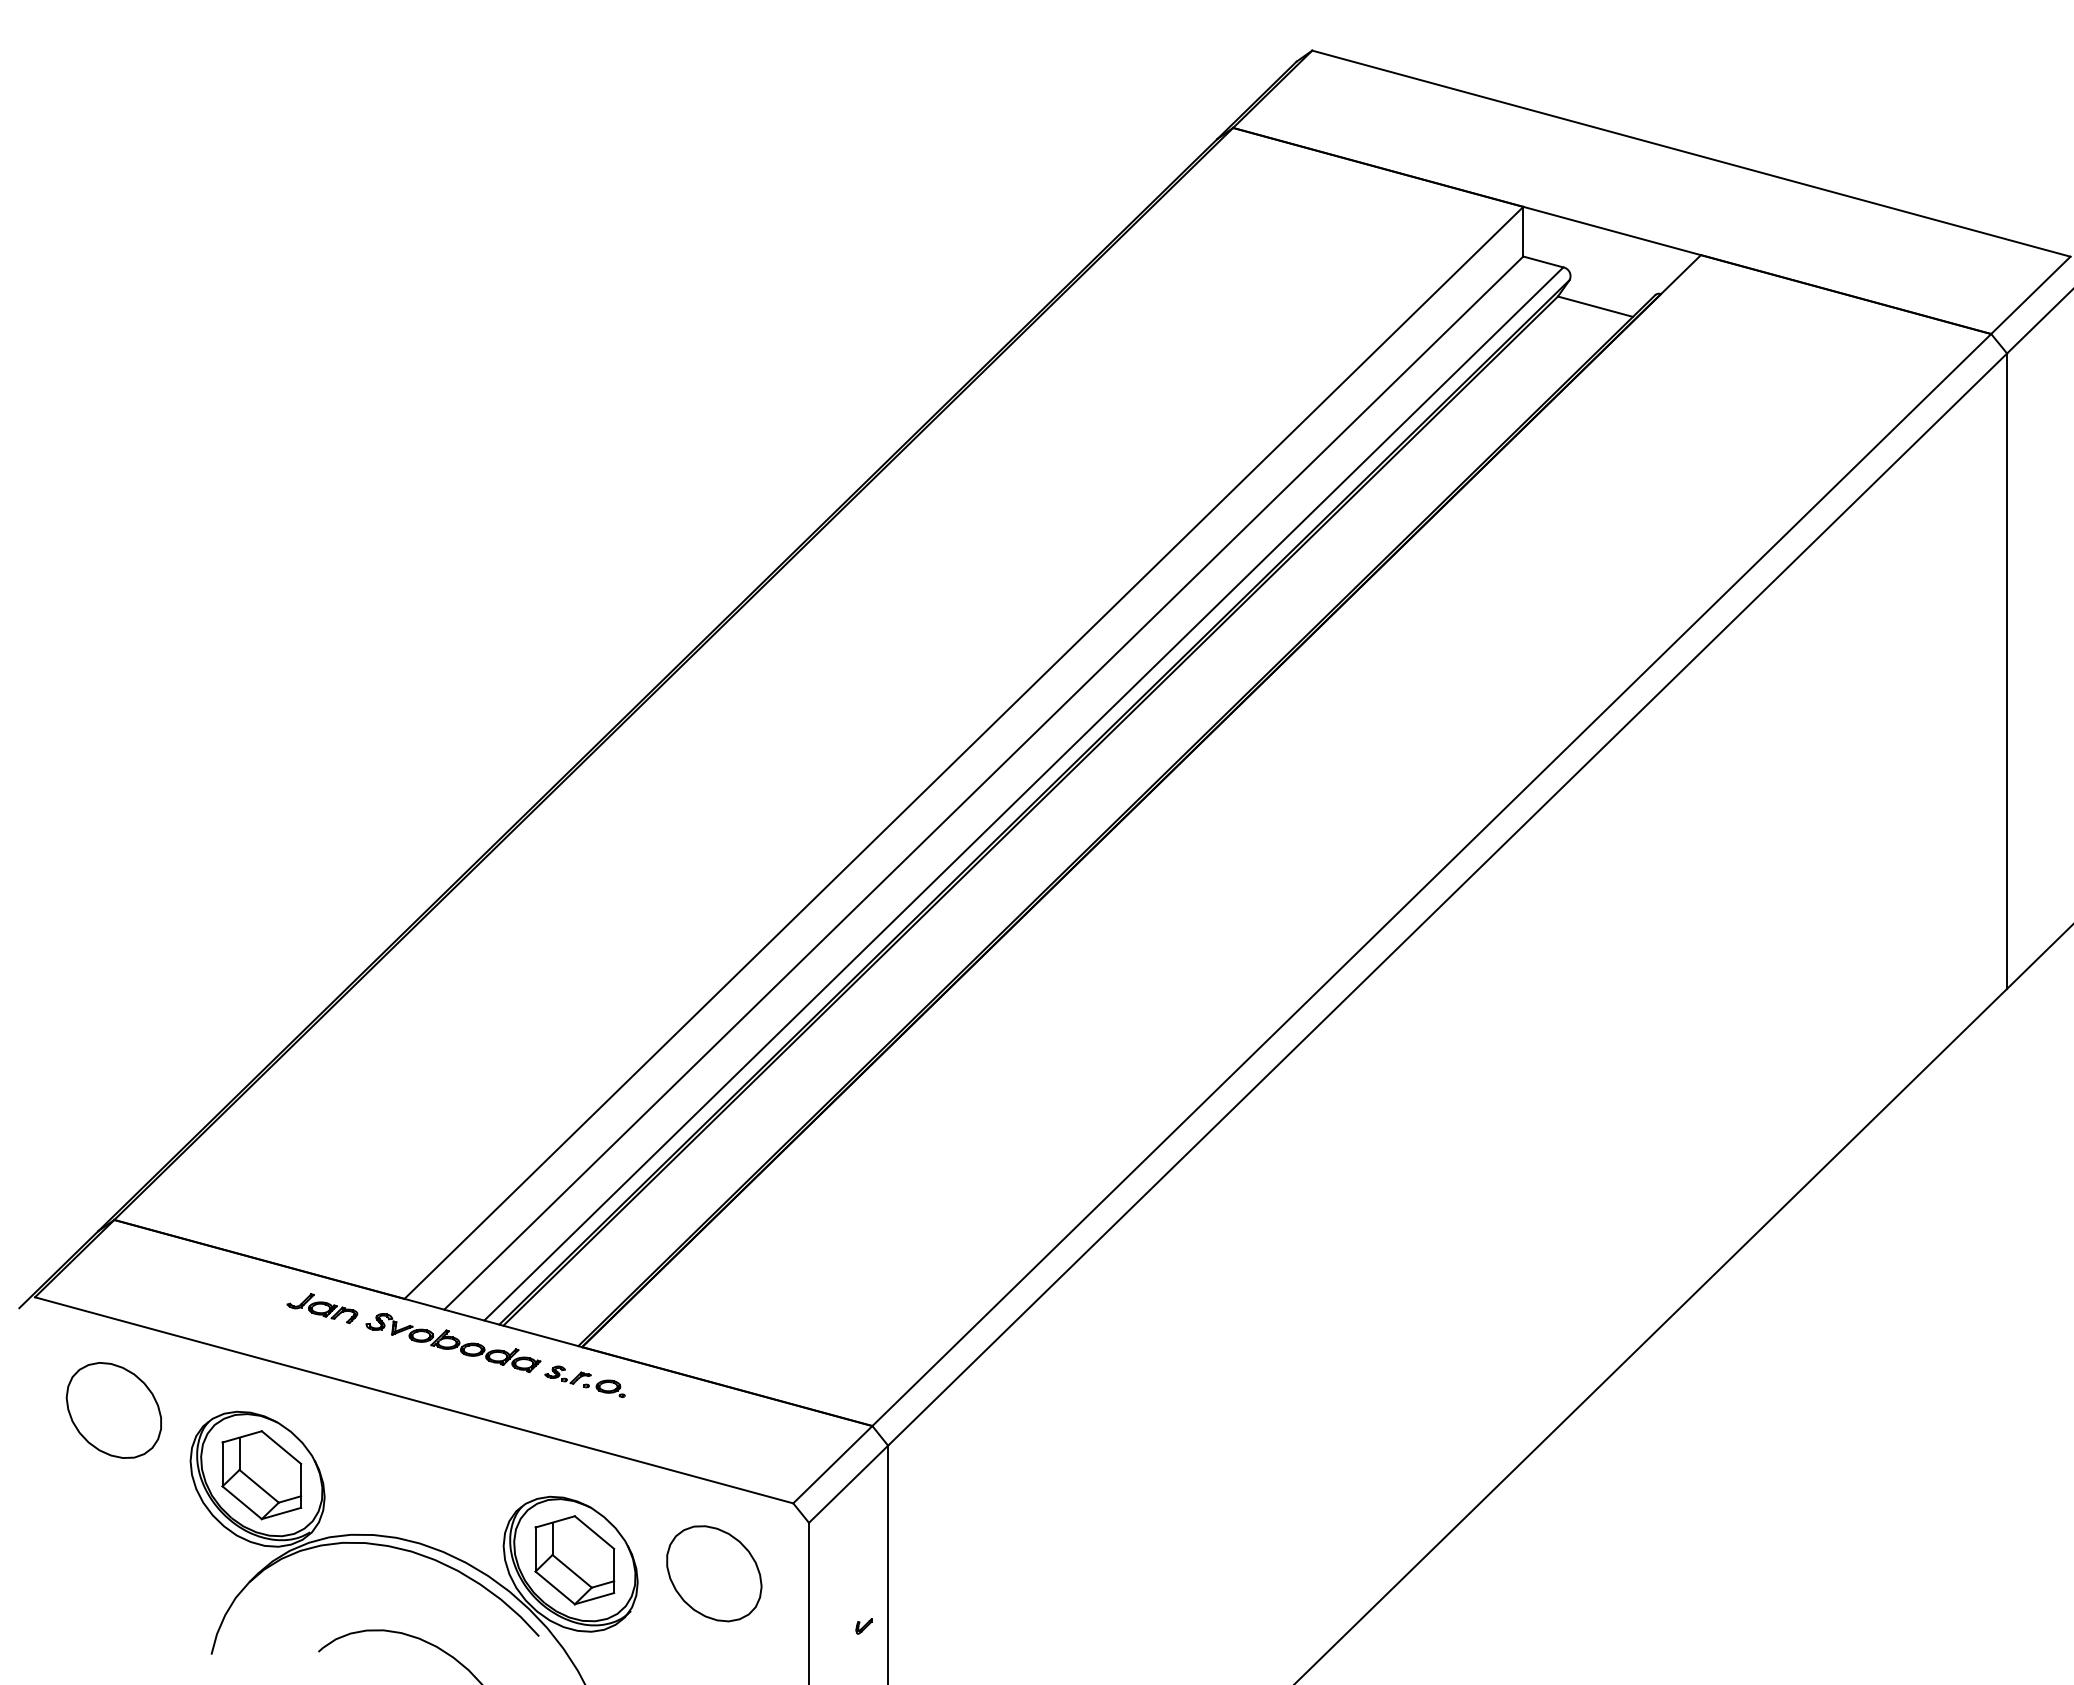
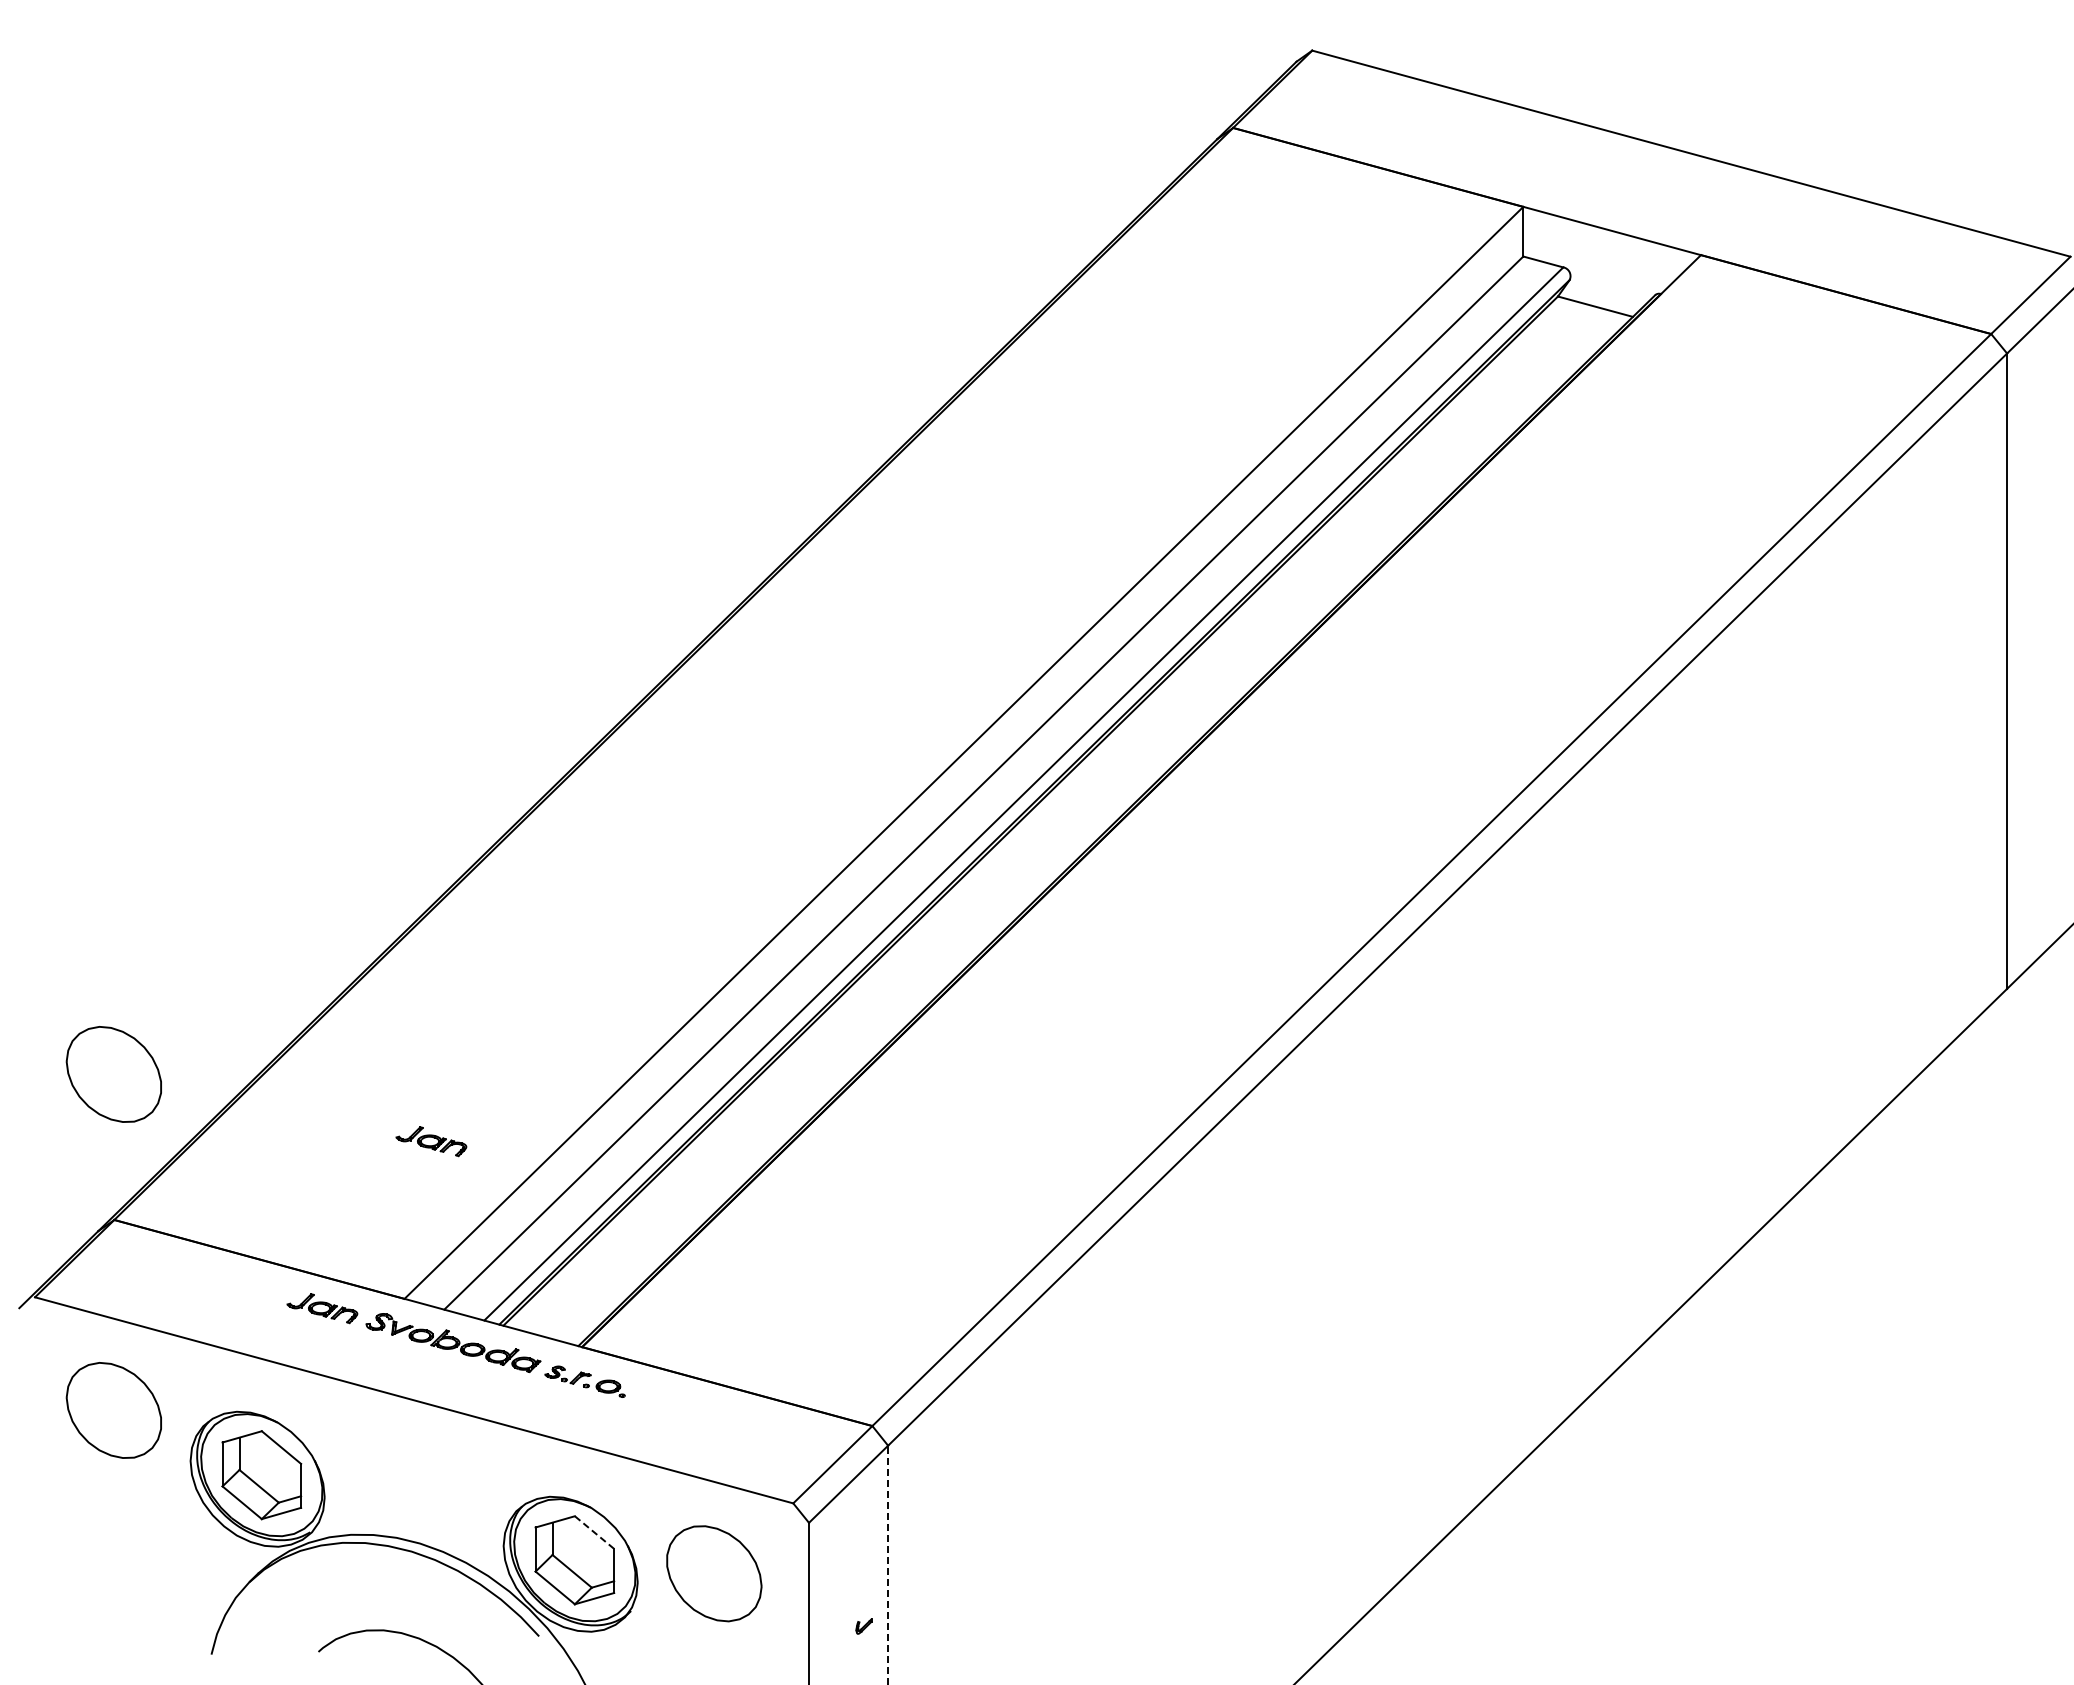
part at (113, 1074): none -> present
part at (431, 1141): none -> present
line at (594, 1532): solid -> dashed
line at (888, 1564): solid -> dashed
